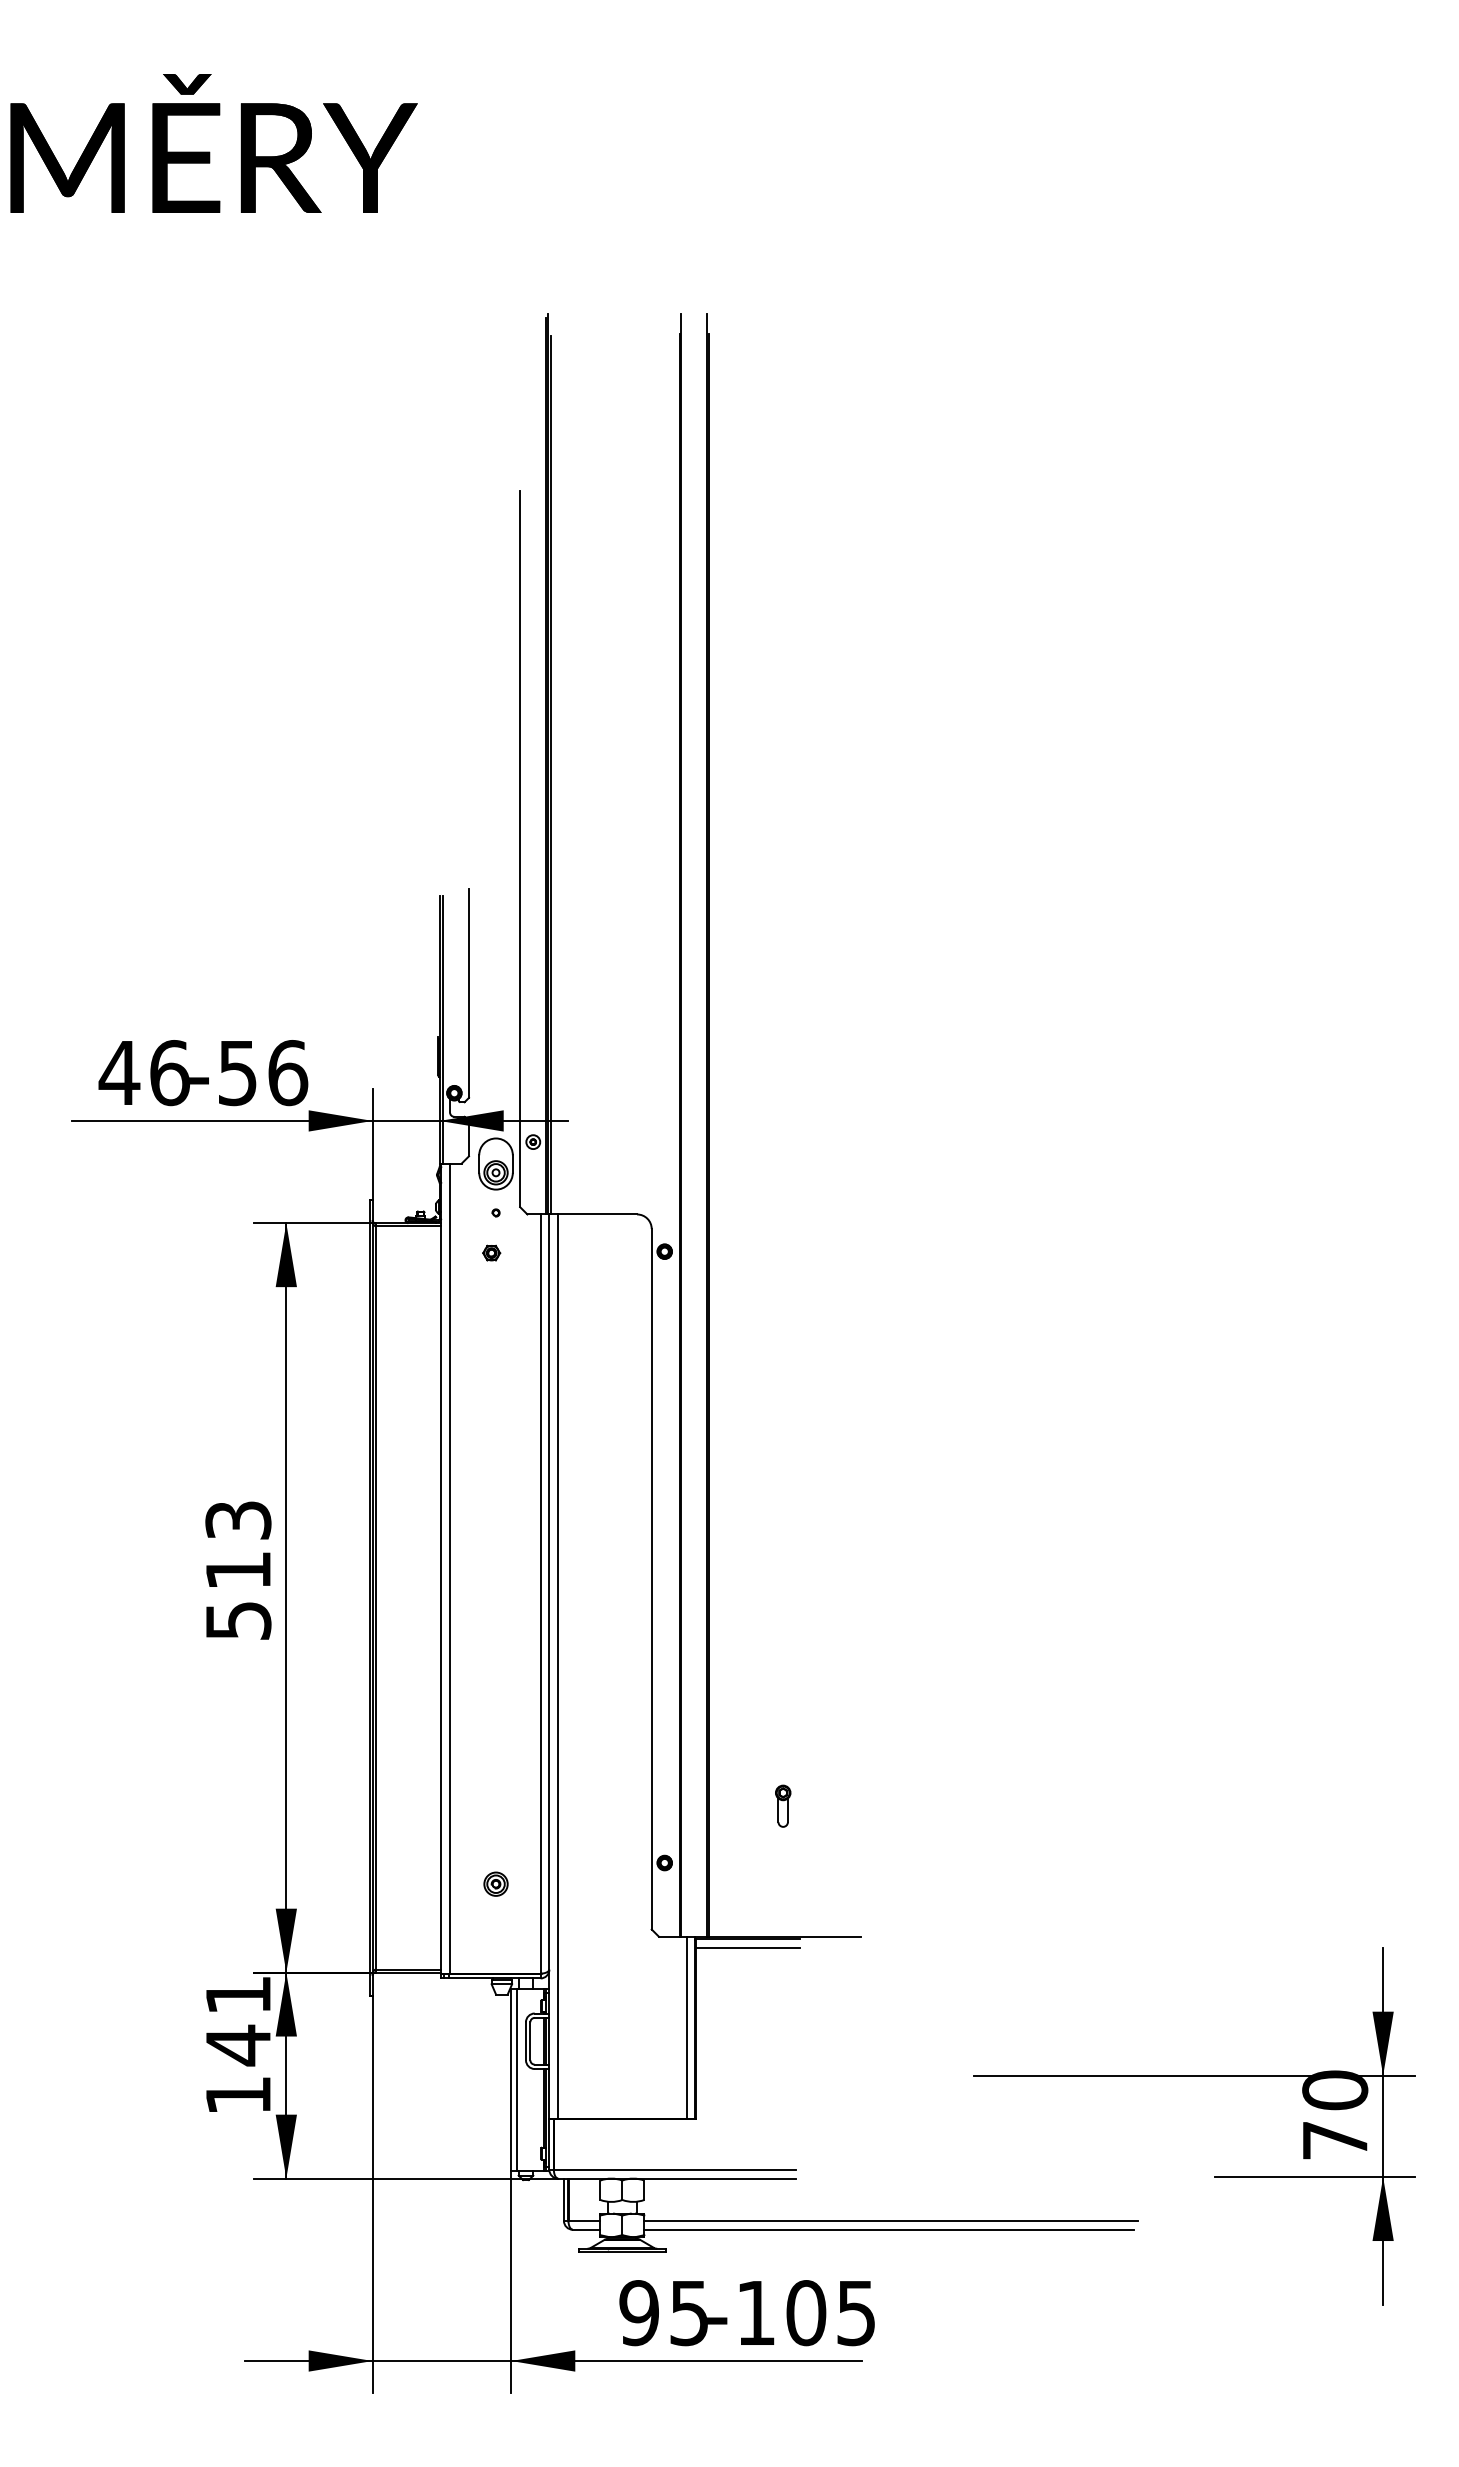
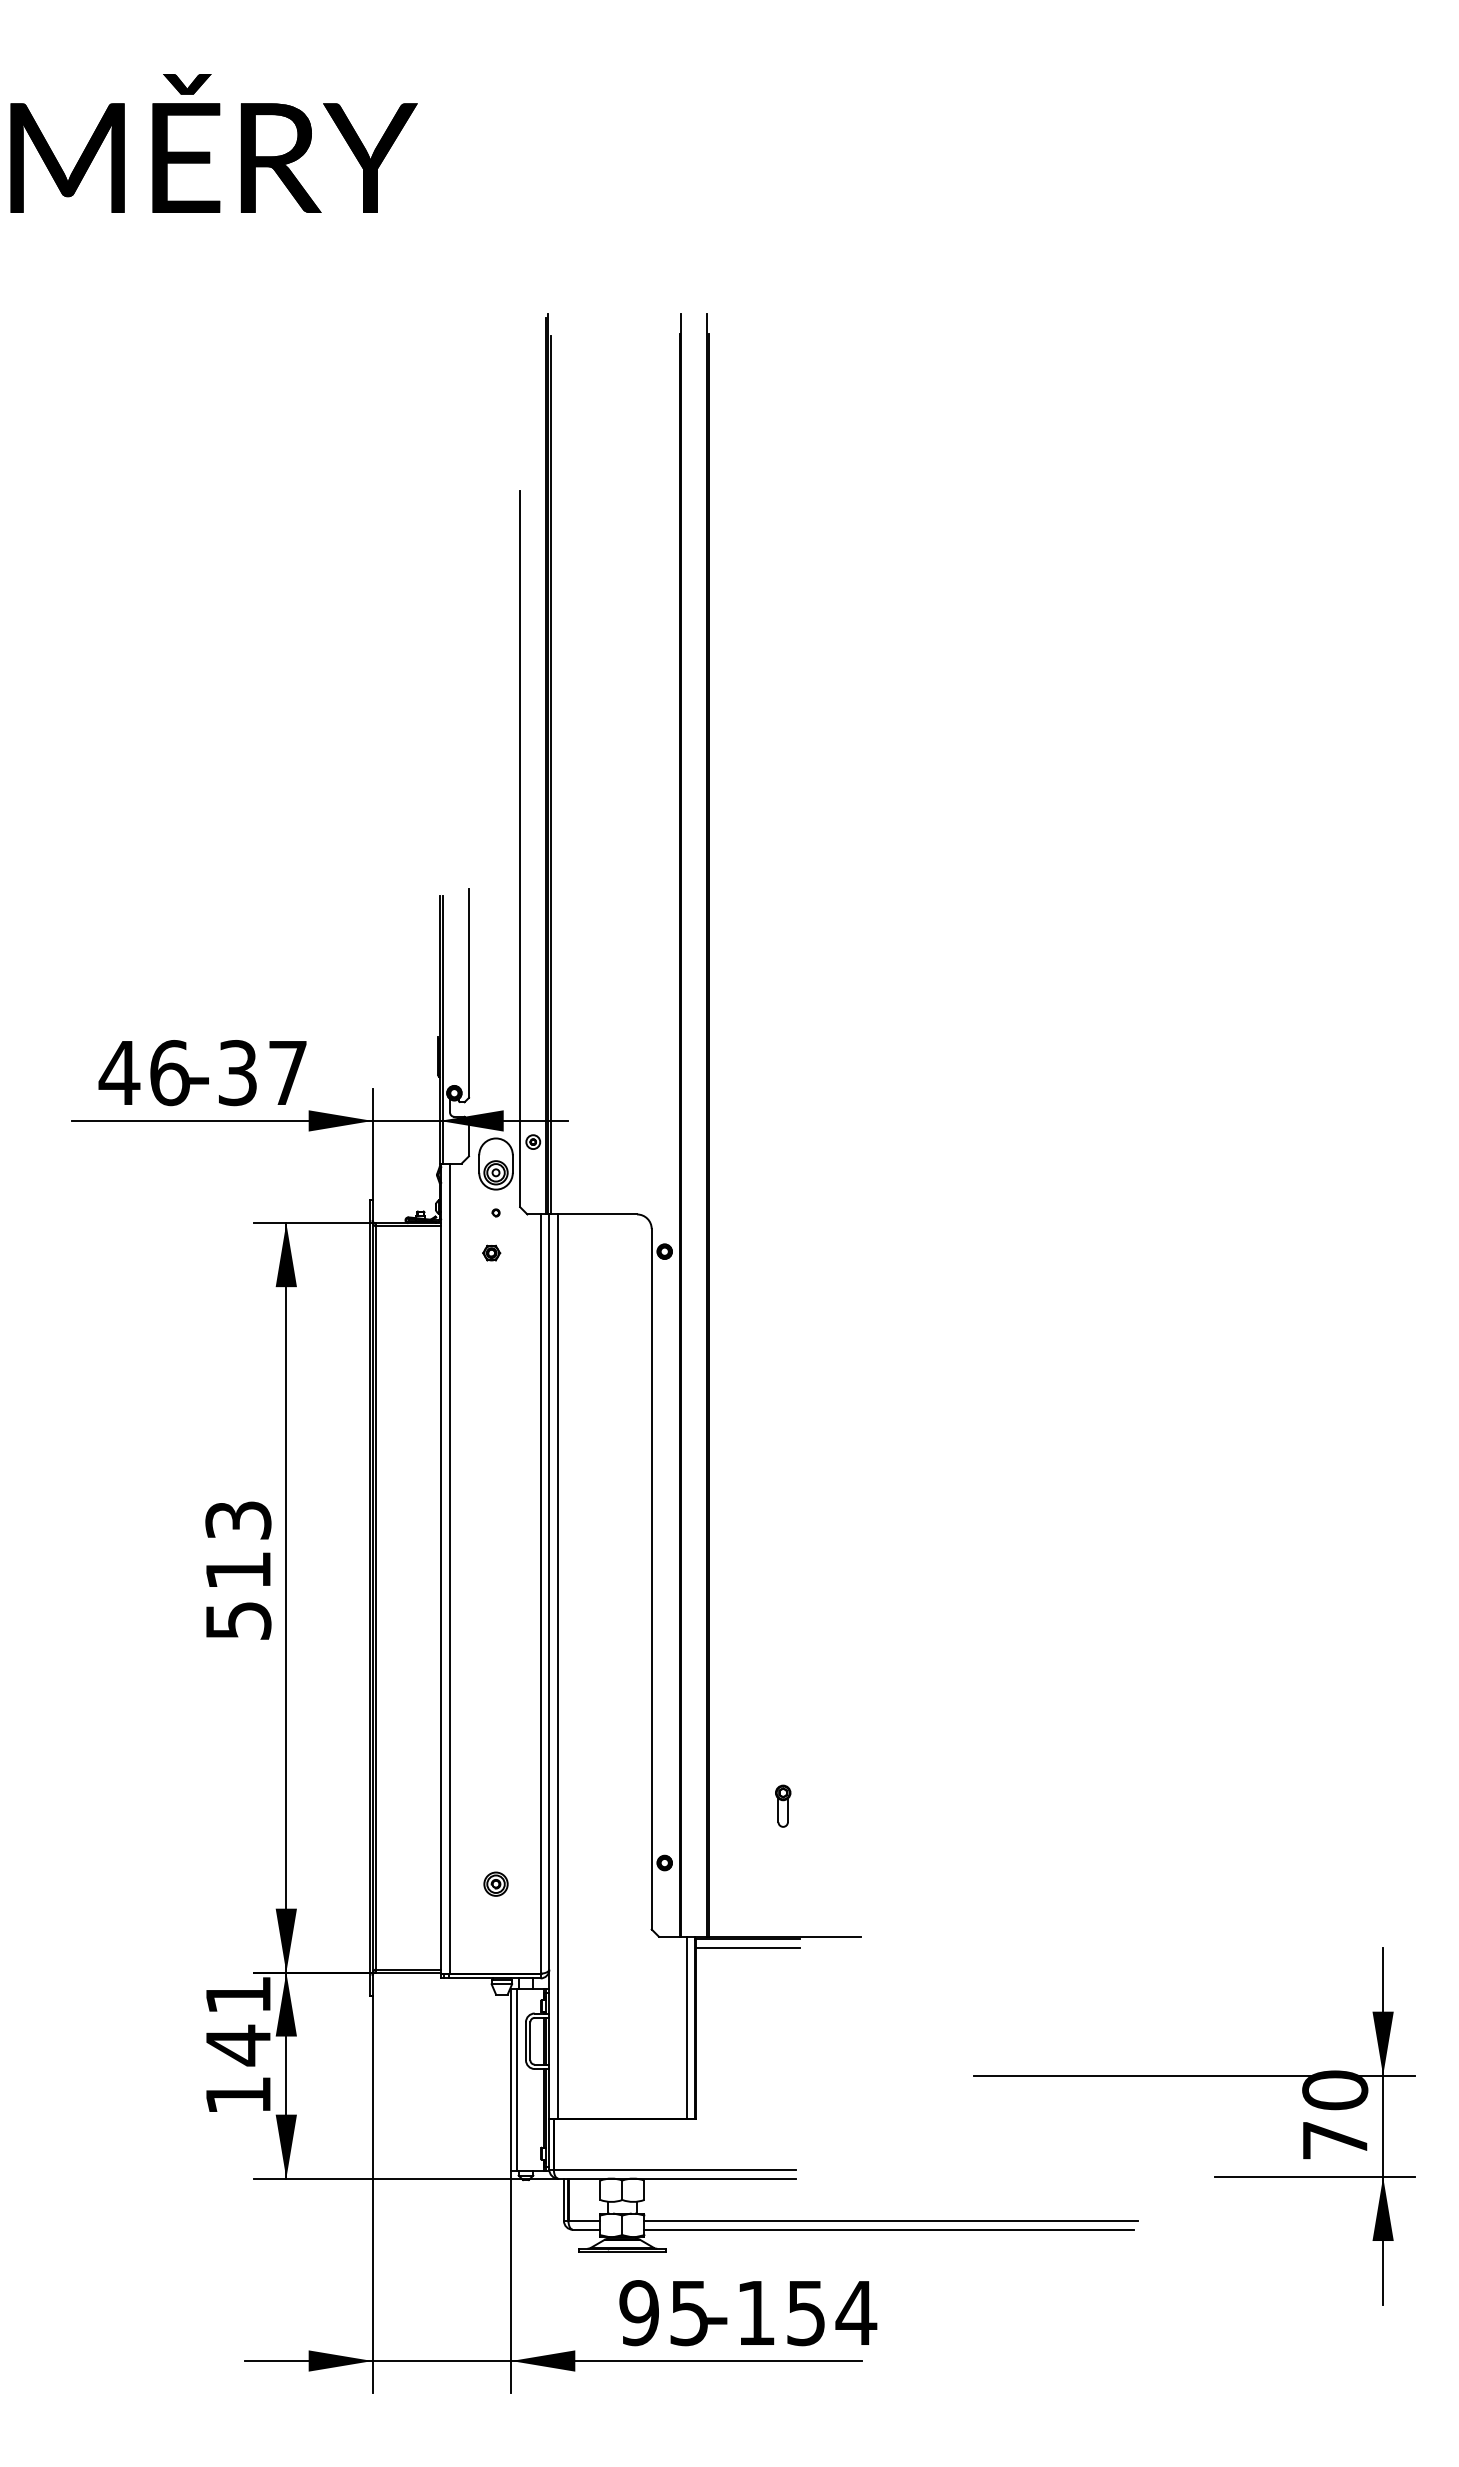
text at (263, 1073): -56 -> -37
text at (831, 2313): -105 -> -154
